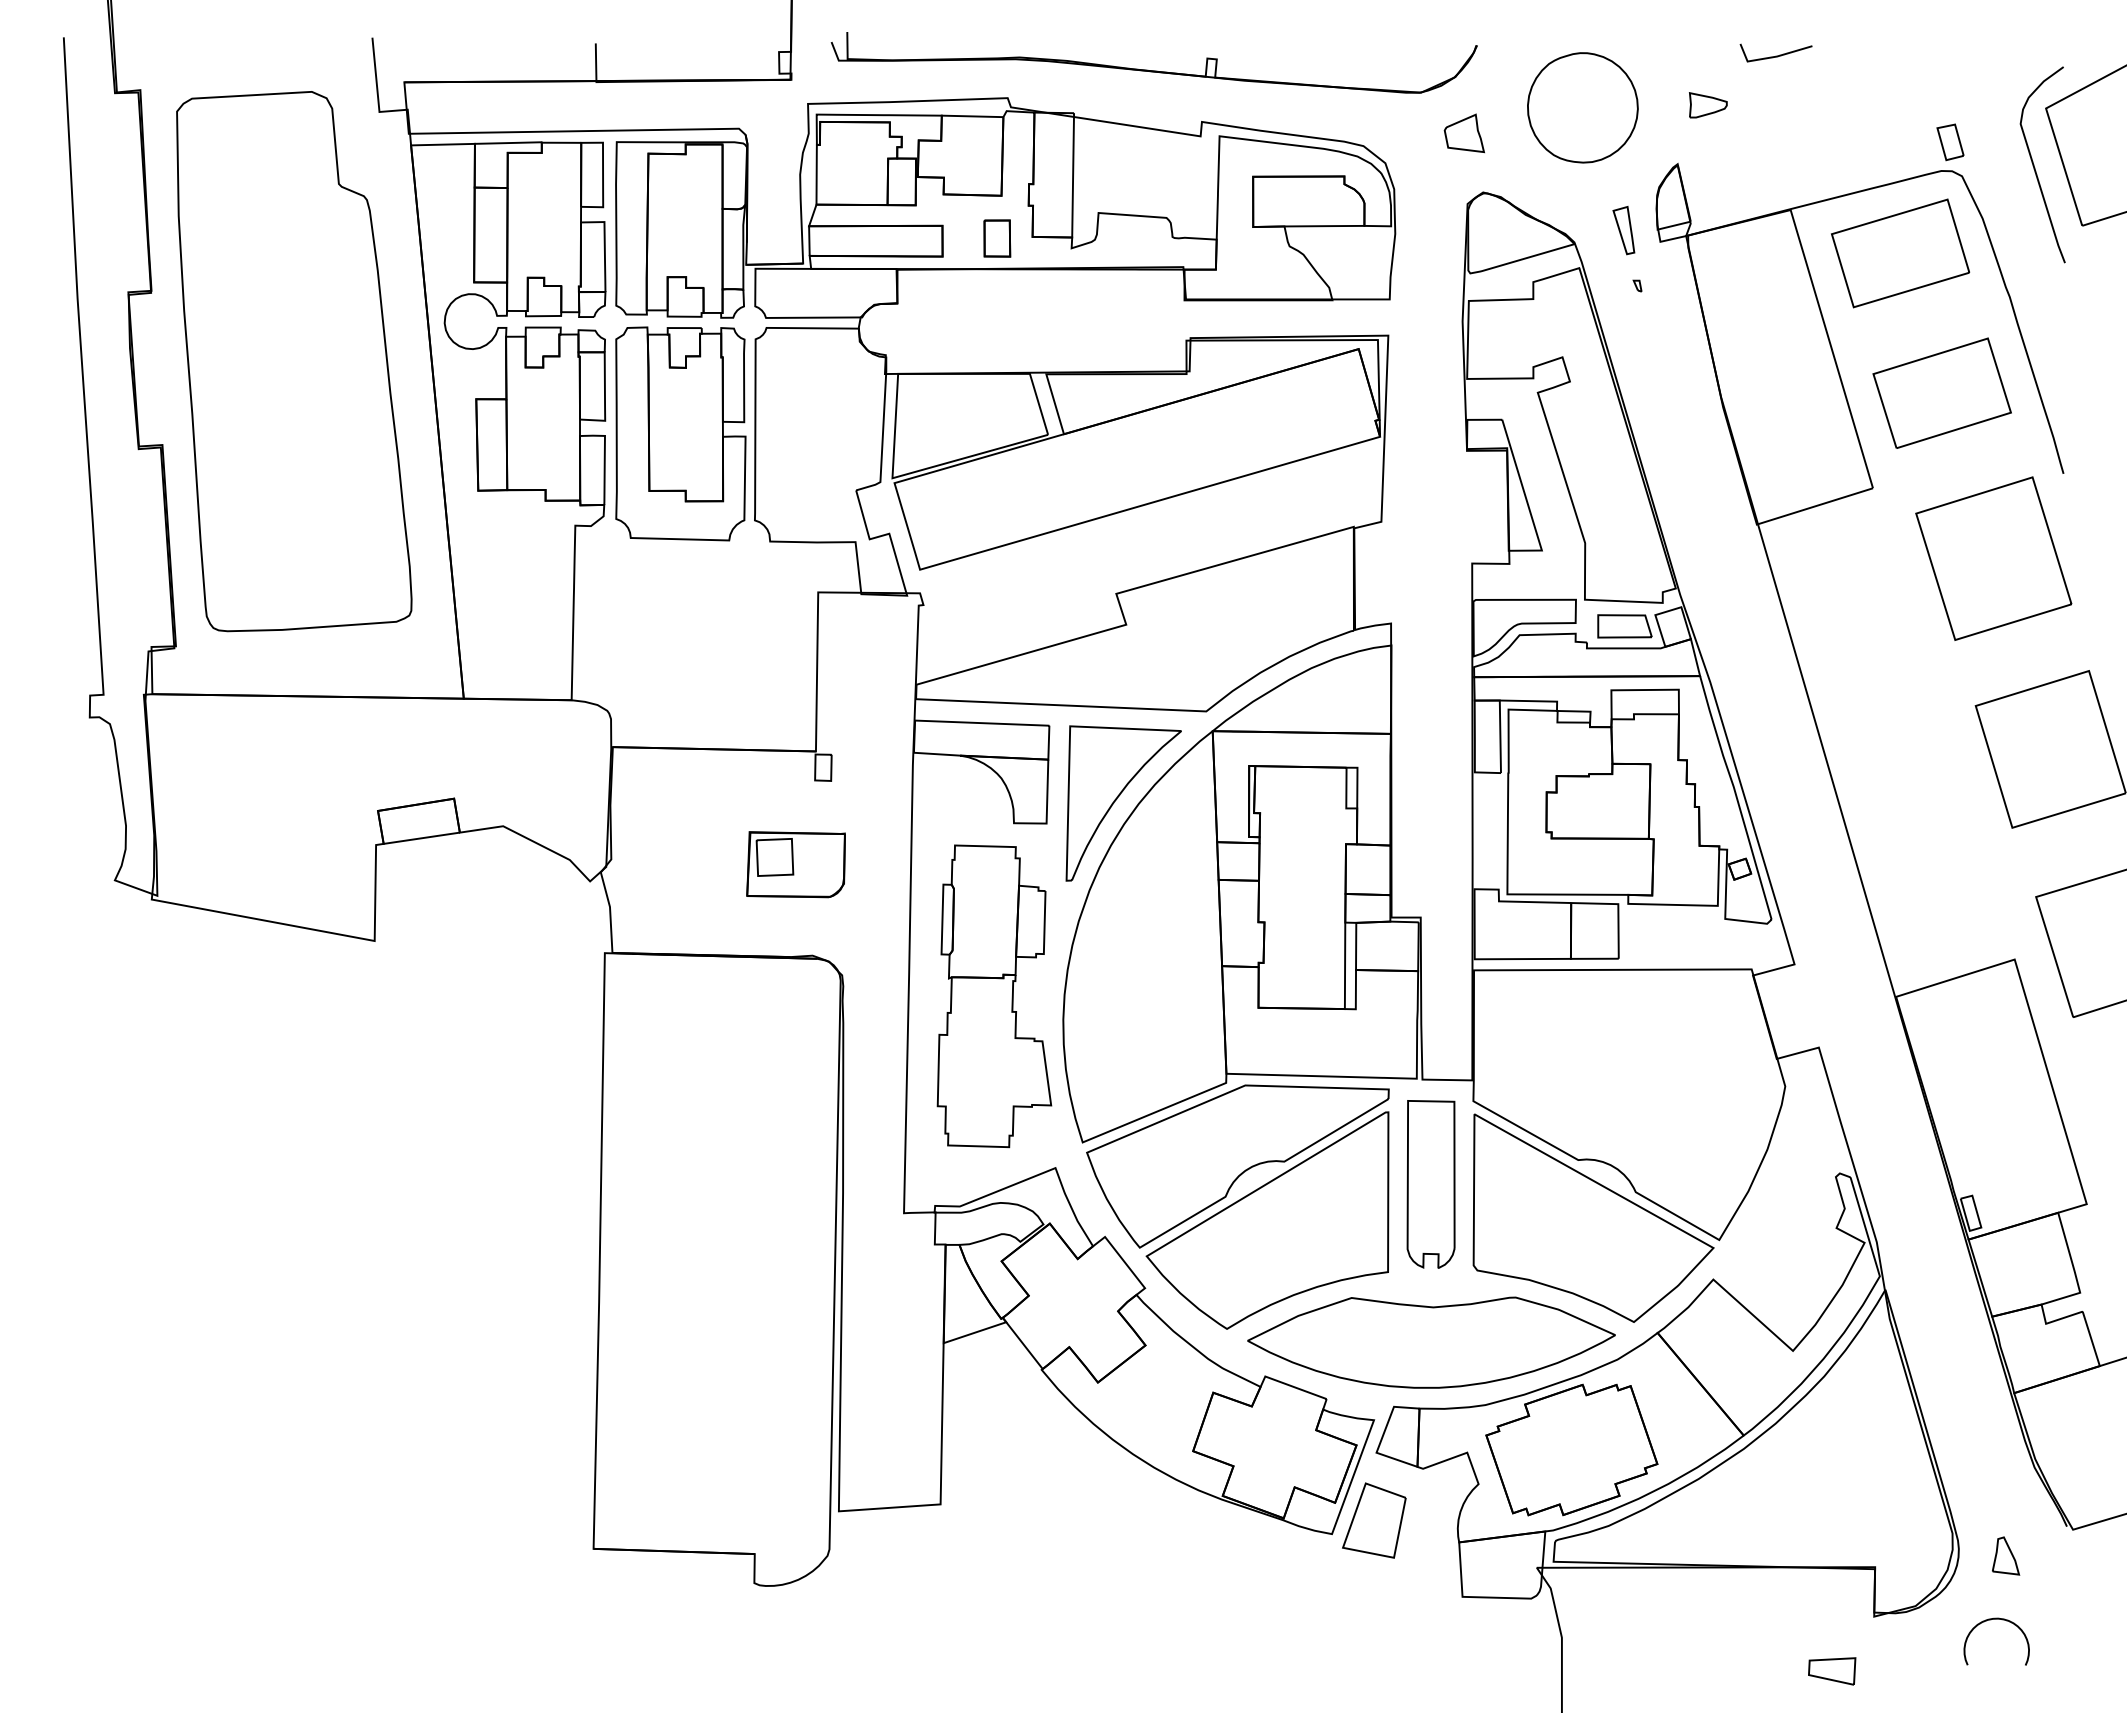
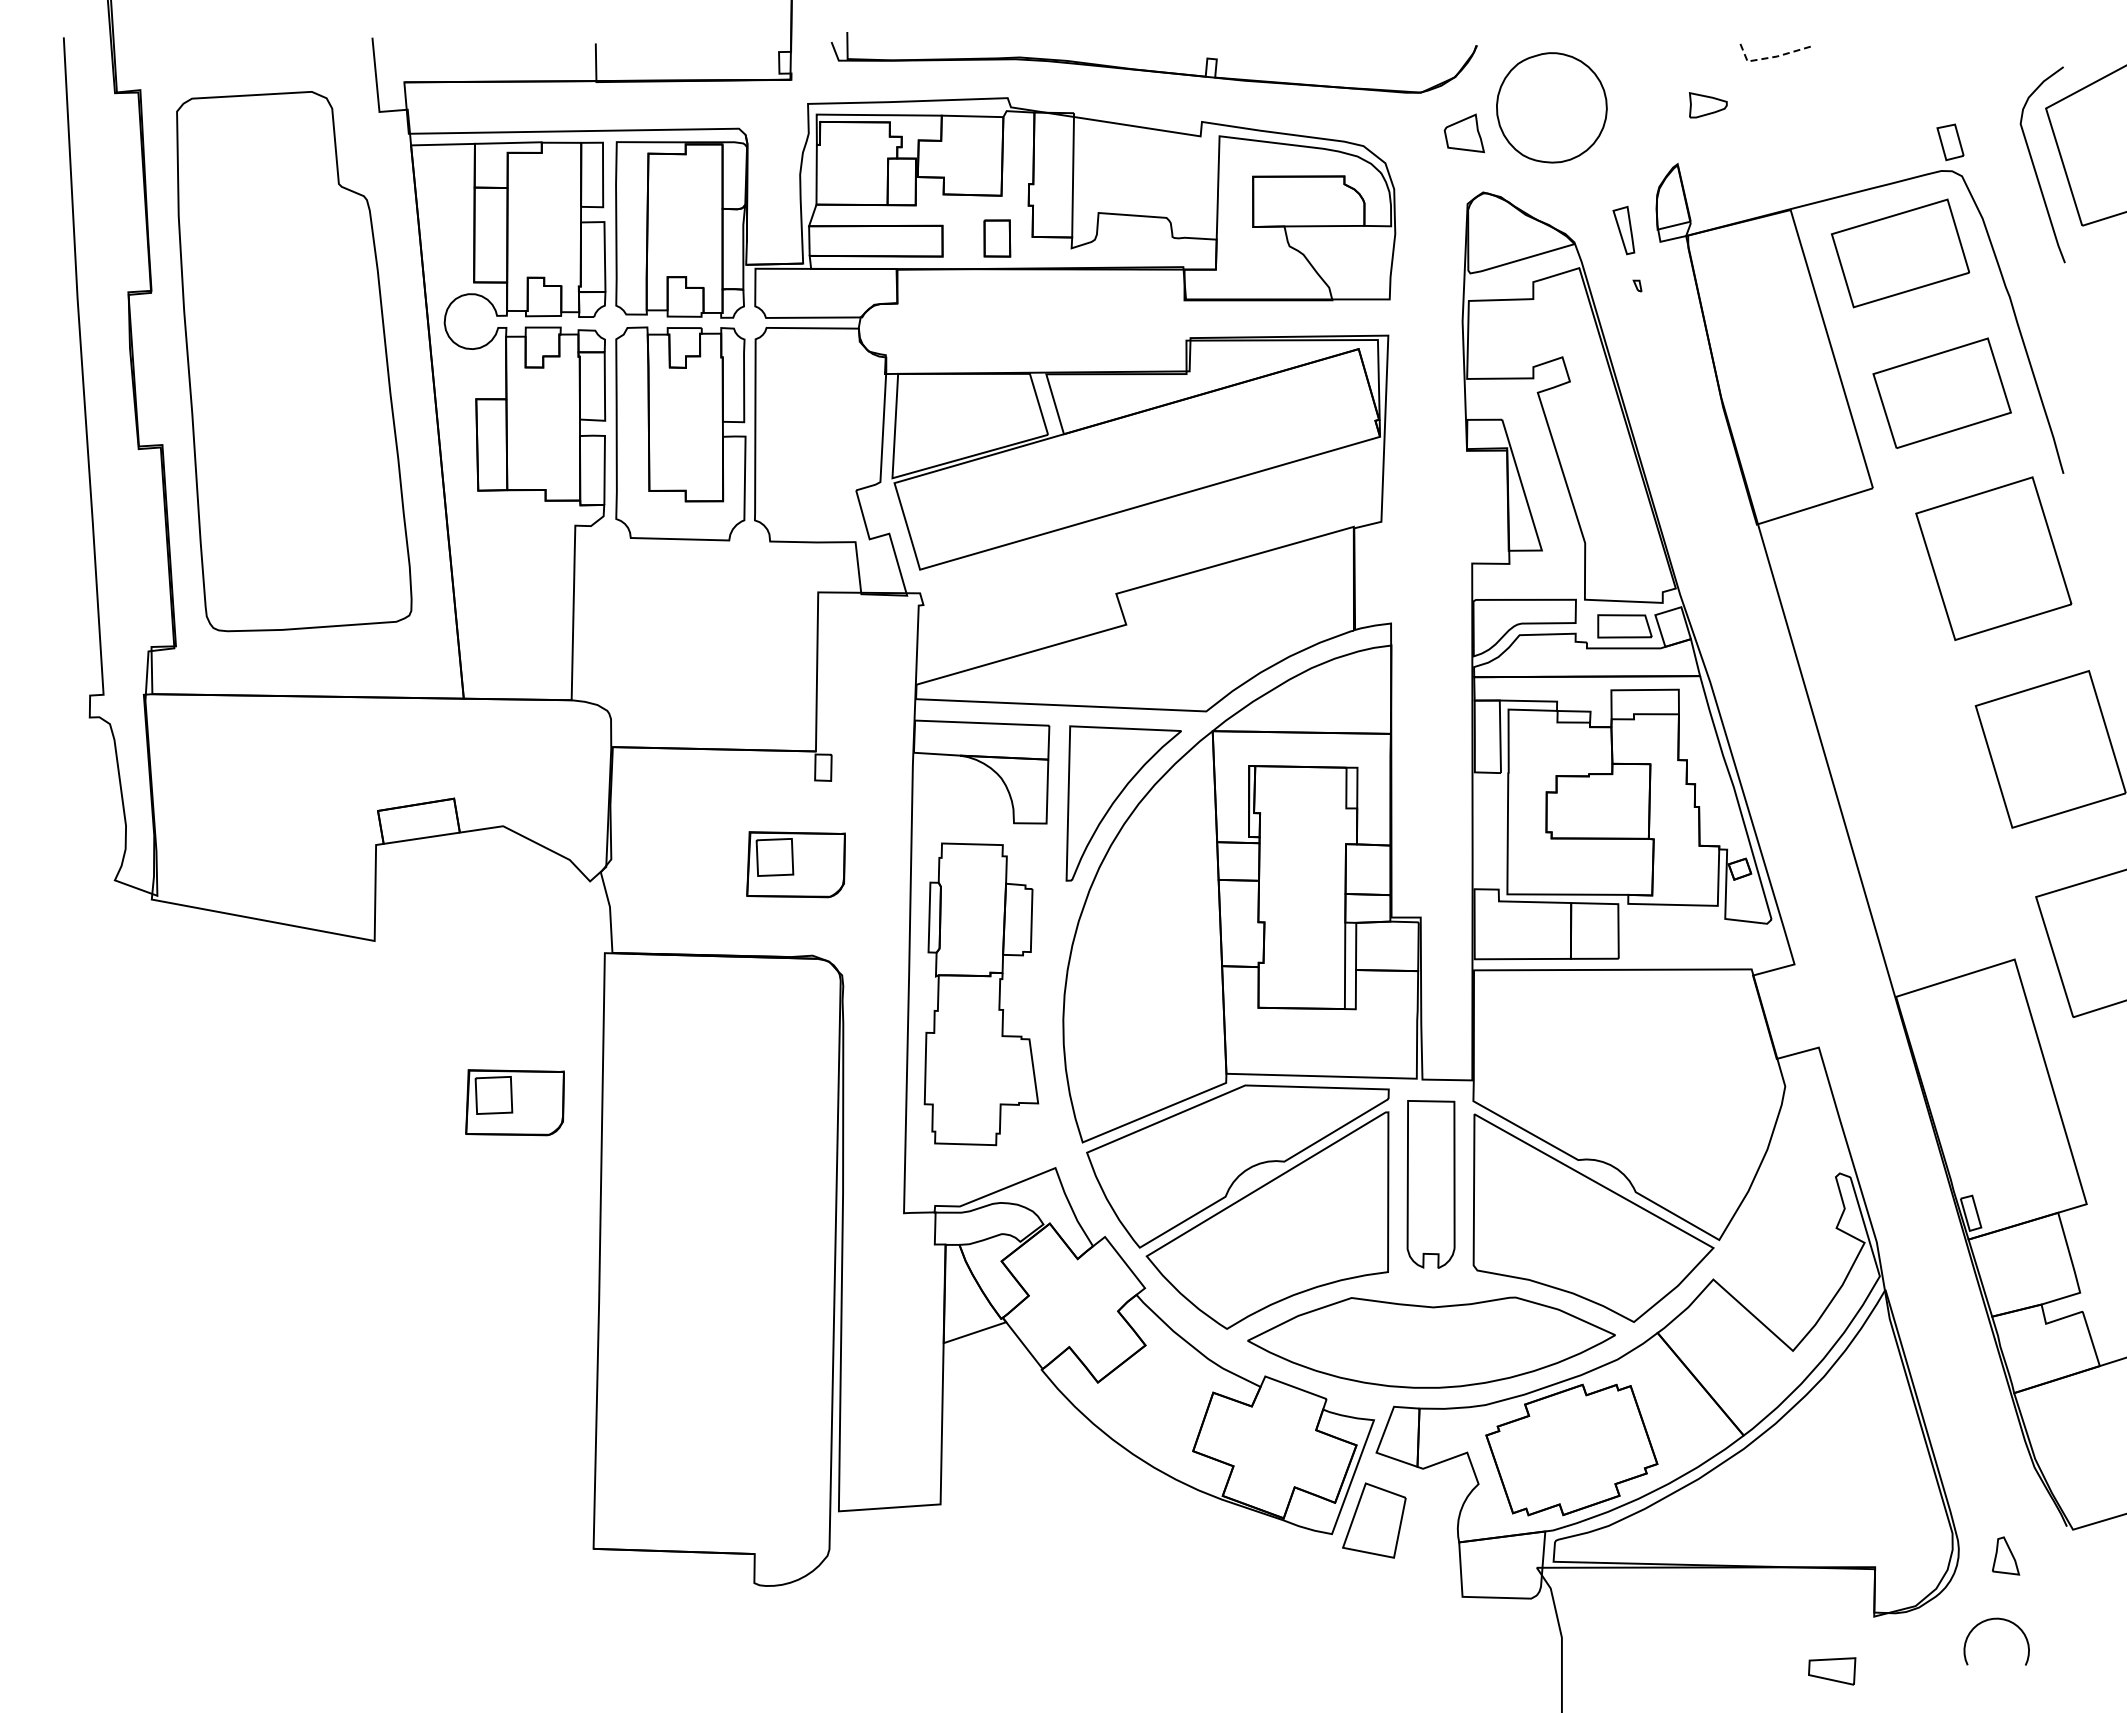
line at (1771, 57): solid -> dashed
part at (1582, 107) position: (1582, 107) -> (1551, 107)
part at (994, 996) position: (994, 996) -> (981, 994)
part at (514, 1102): none -> present
